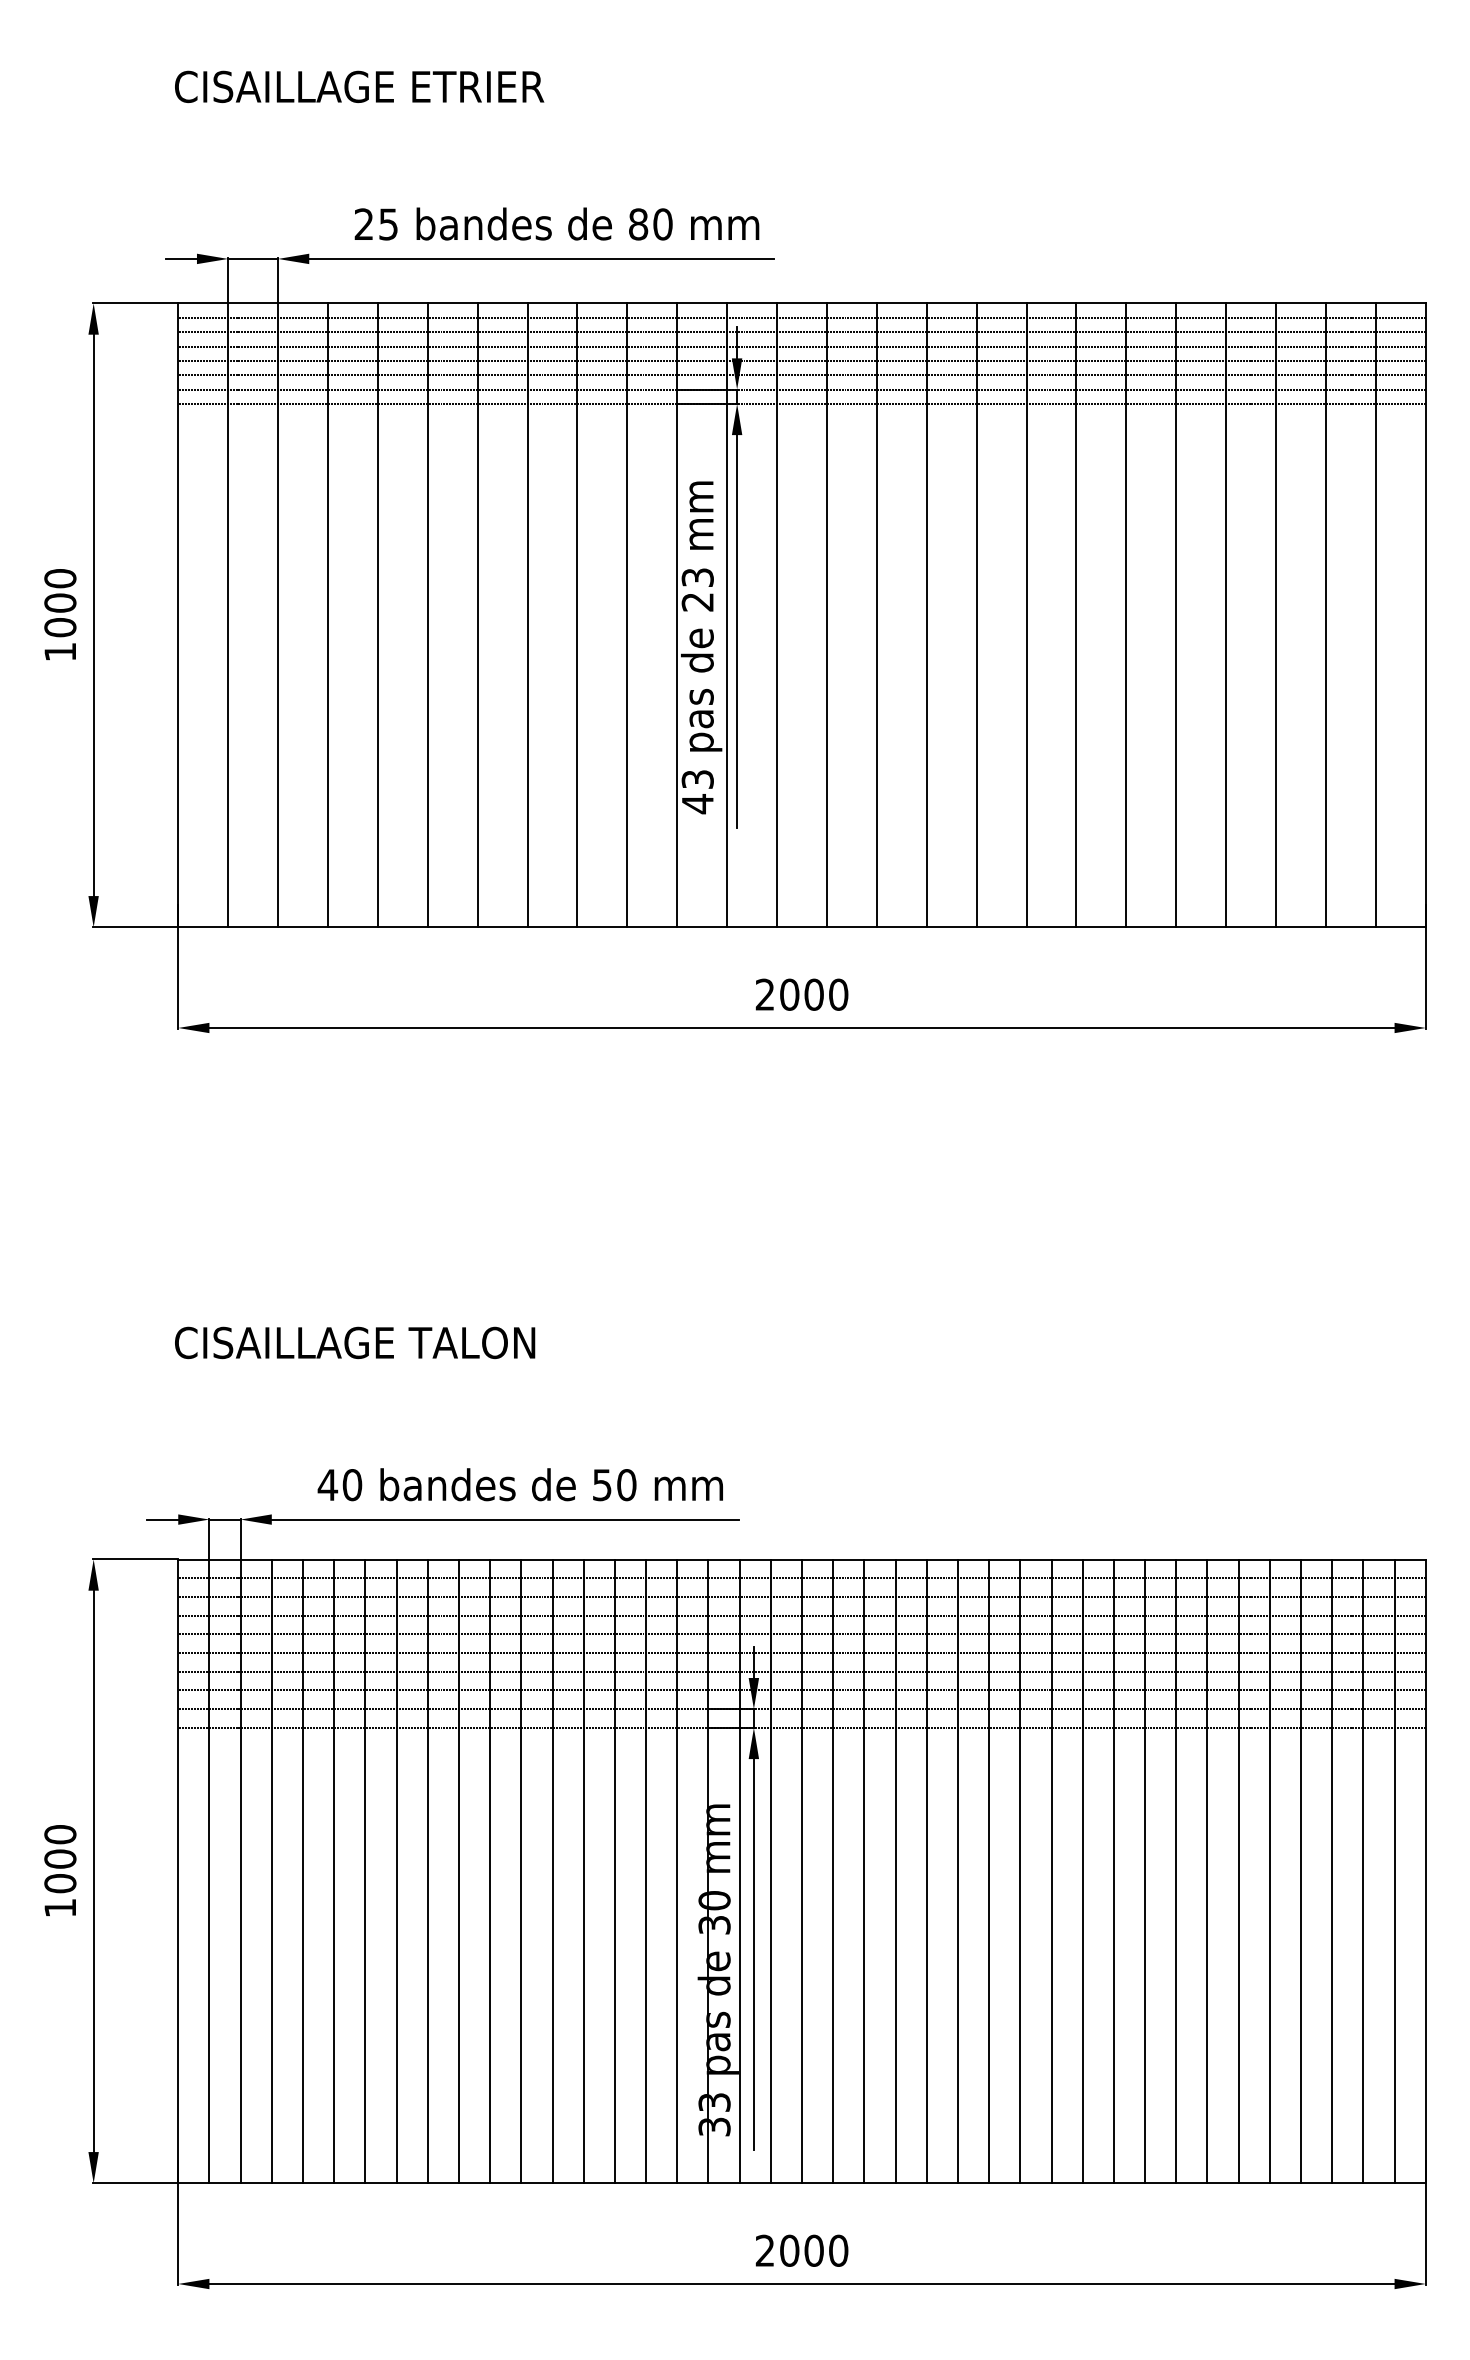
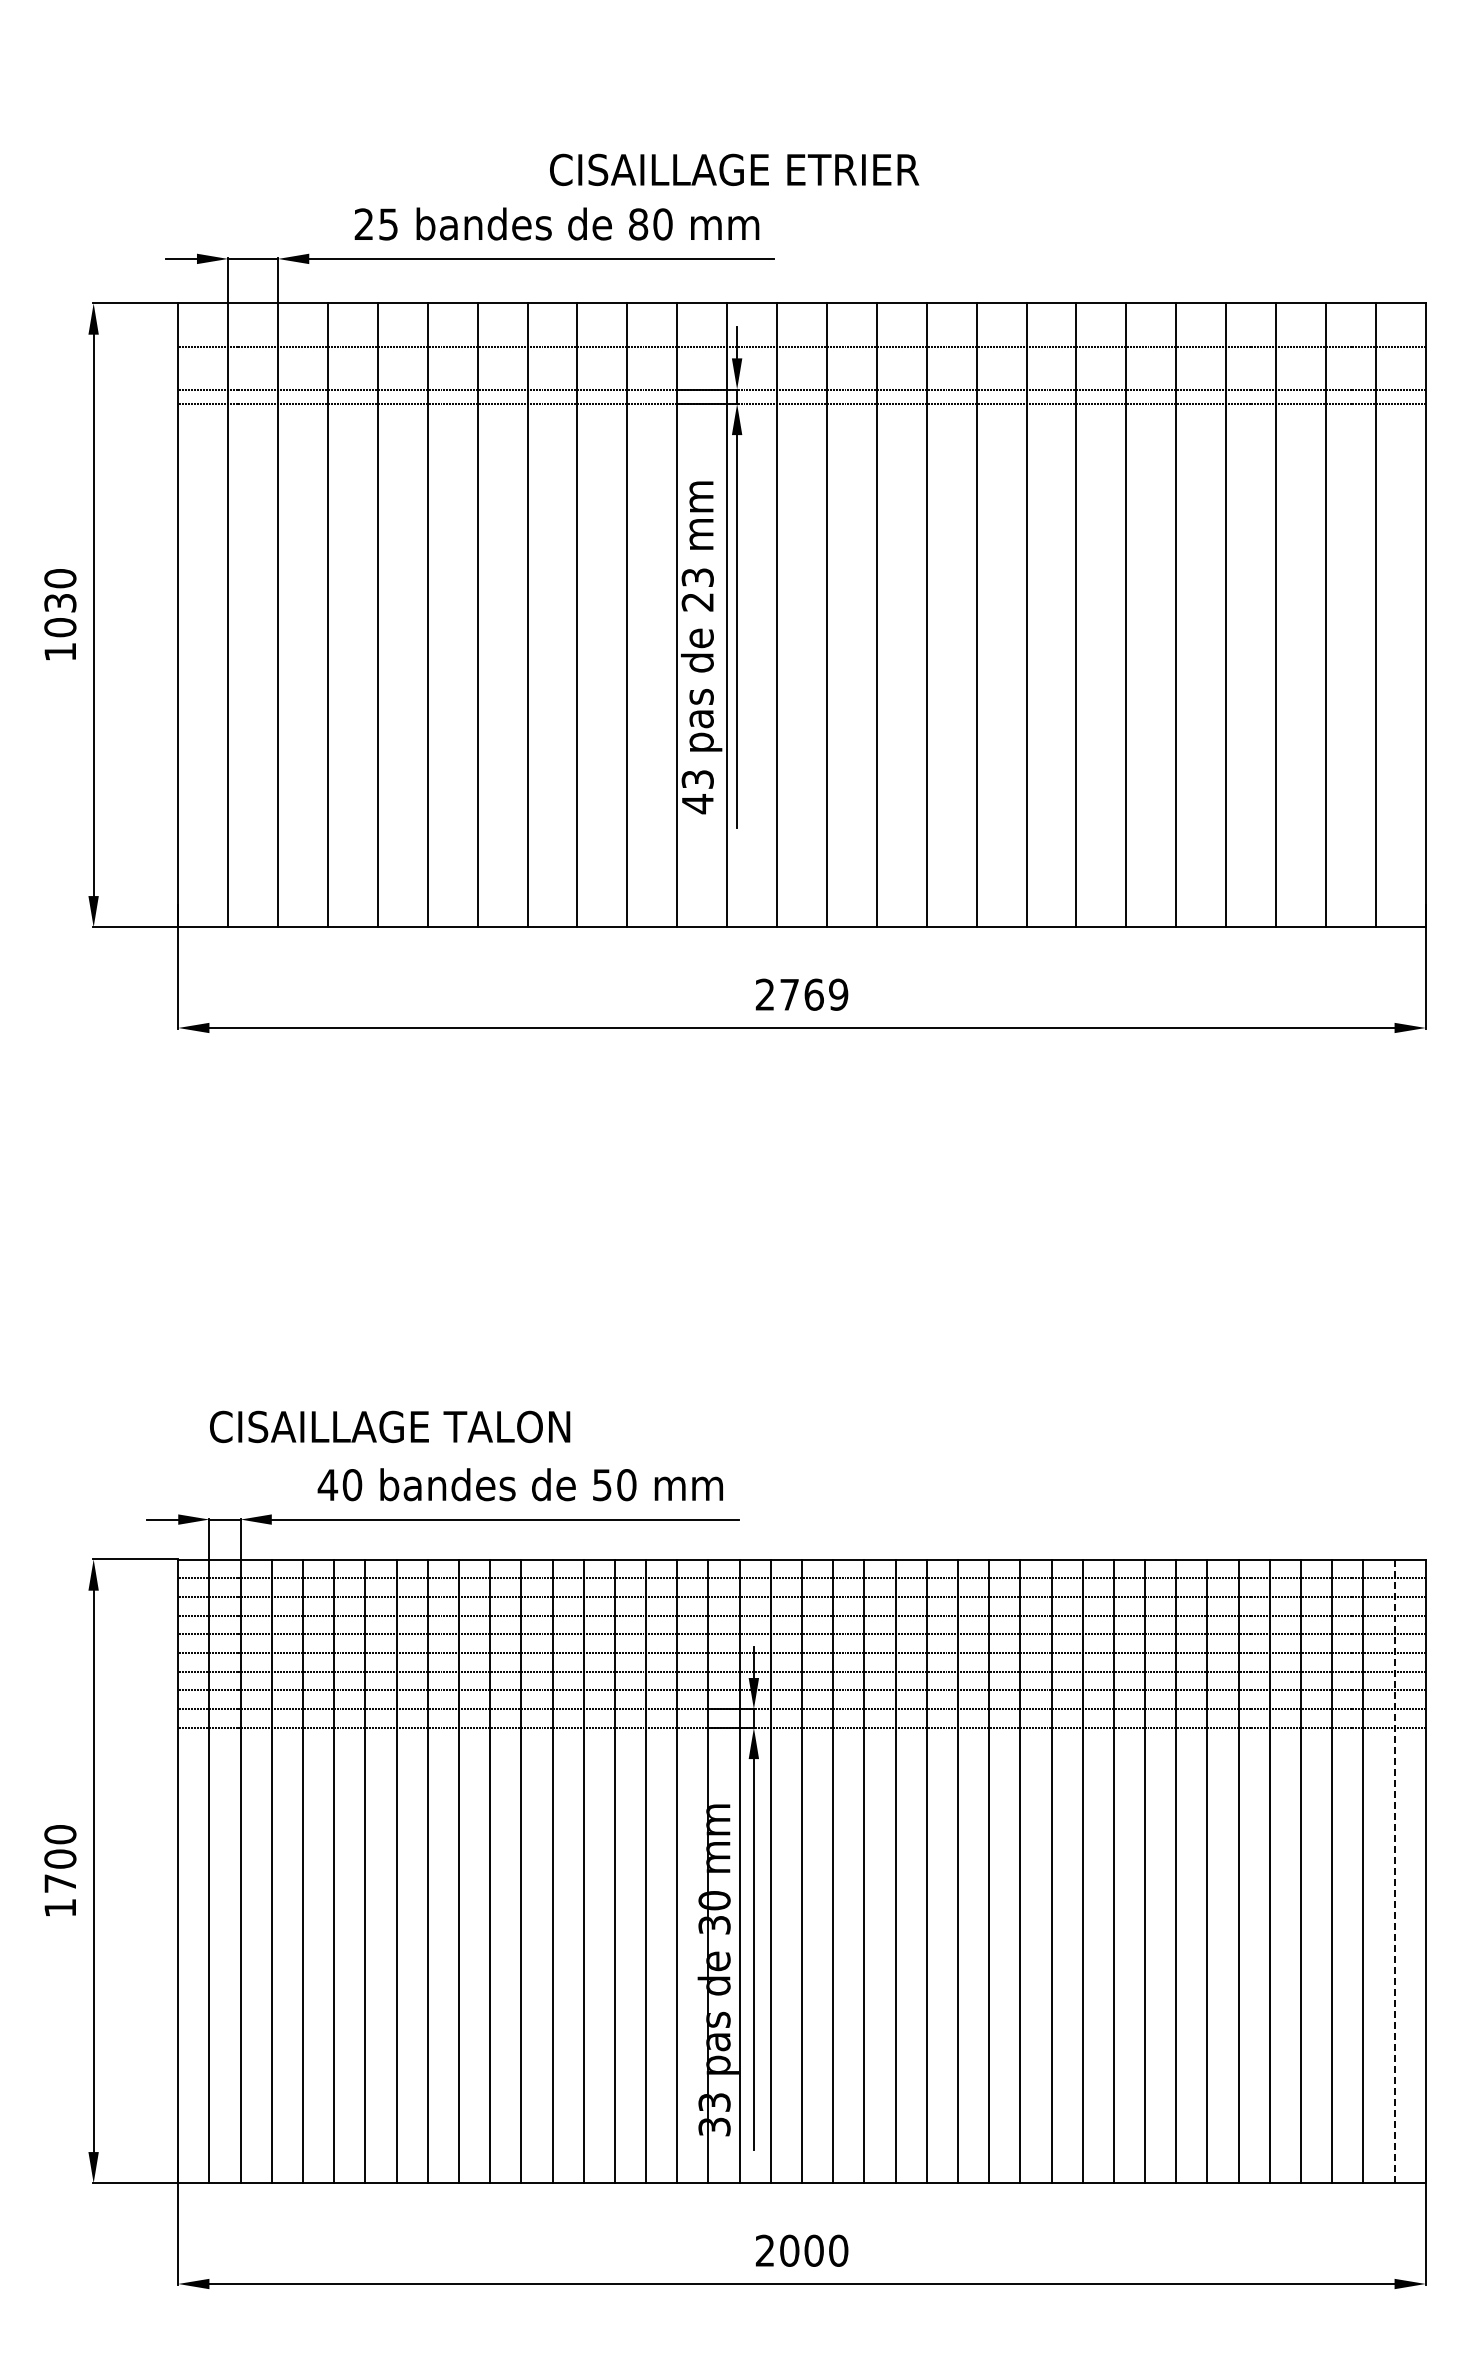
text at (359, 86) position: (359, 86) -> (734, 169)
line at (801, 317): present -> none
line at (801, 332): present -> none
line at (801, 360): present -> none
line at (801, 375): present -> none
text at (60, 602): 1000 -> 1030
text at (814, 994): 2000 -> 2769
text at (355, 1342) position: (355, 1342) -> (390, 1426)
line at (1394, 1871): solid -> dashed
text at (60, 1883): 1000 -> 1700
